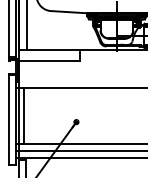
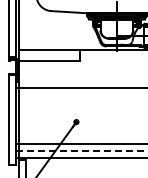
line at (26, 26): present -> none
line at (24, 115): present -> none
line at (82, 151): solid -> dashed
